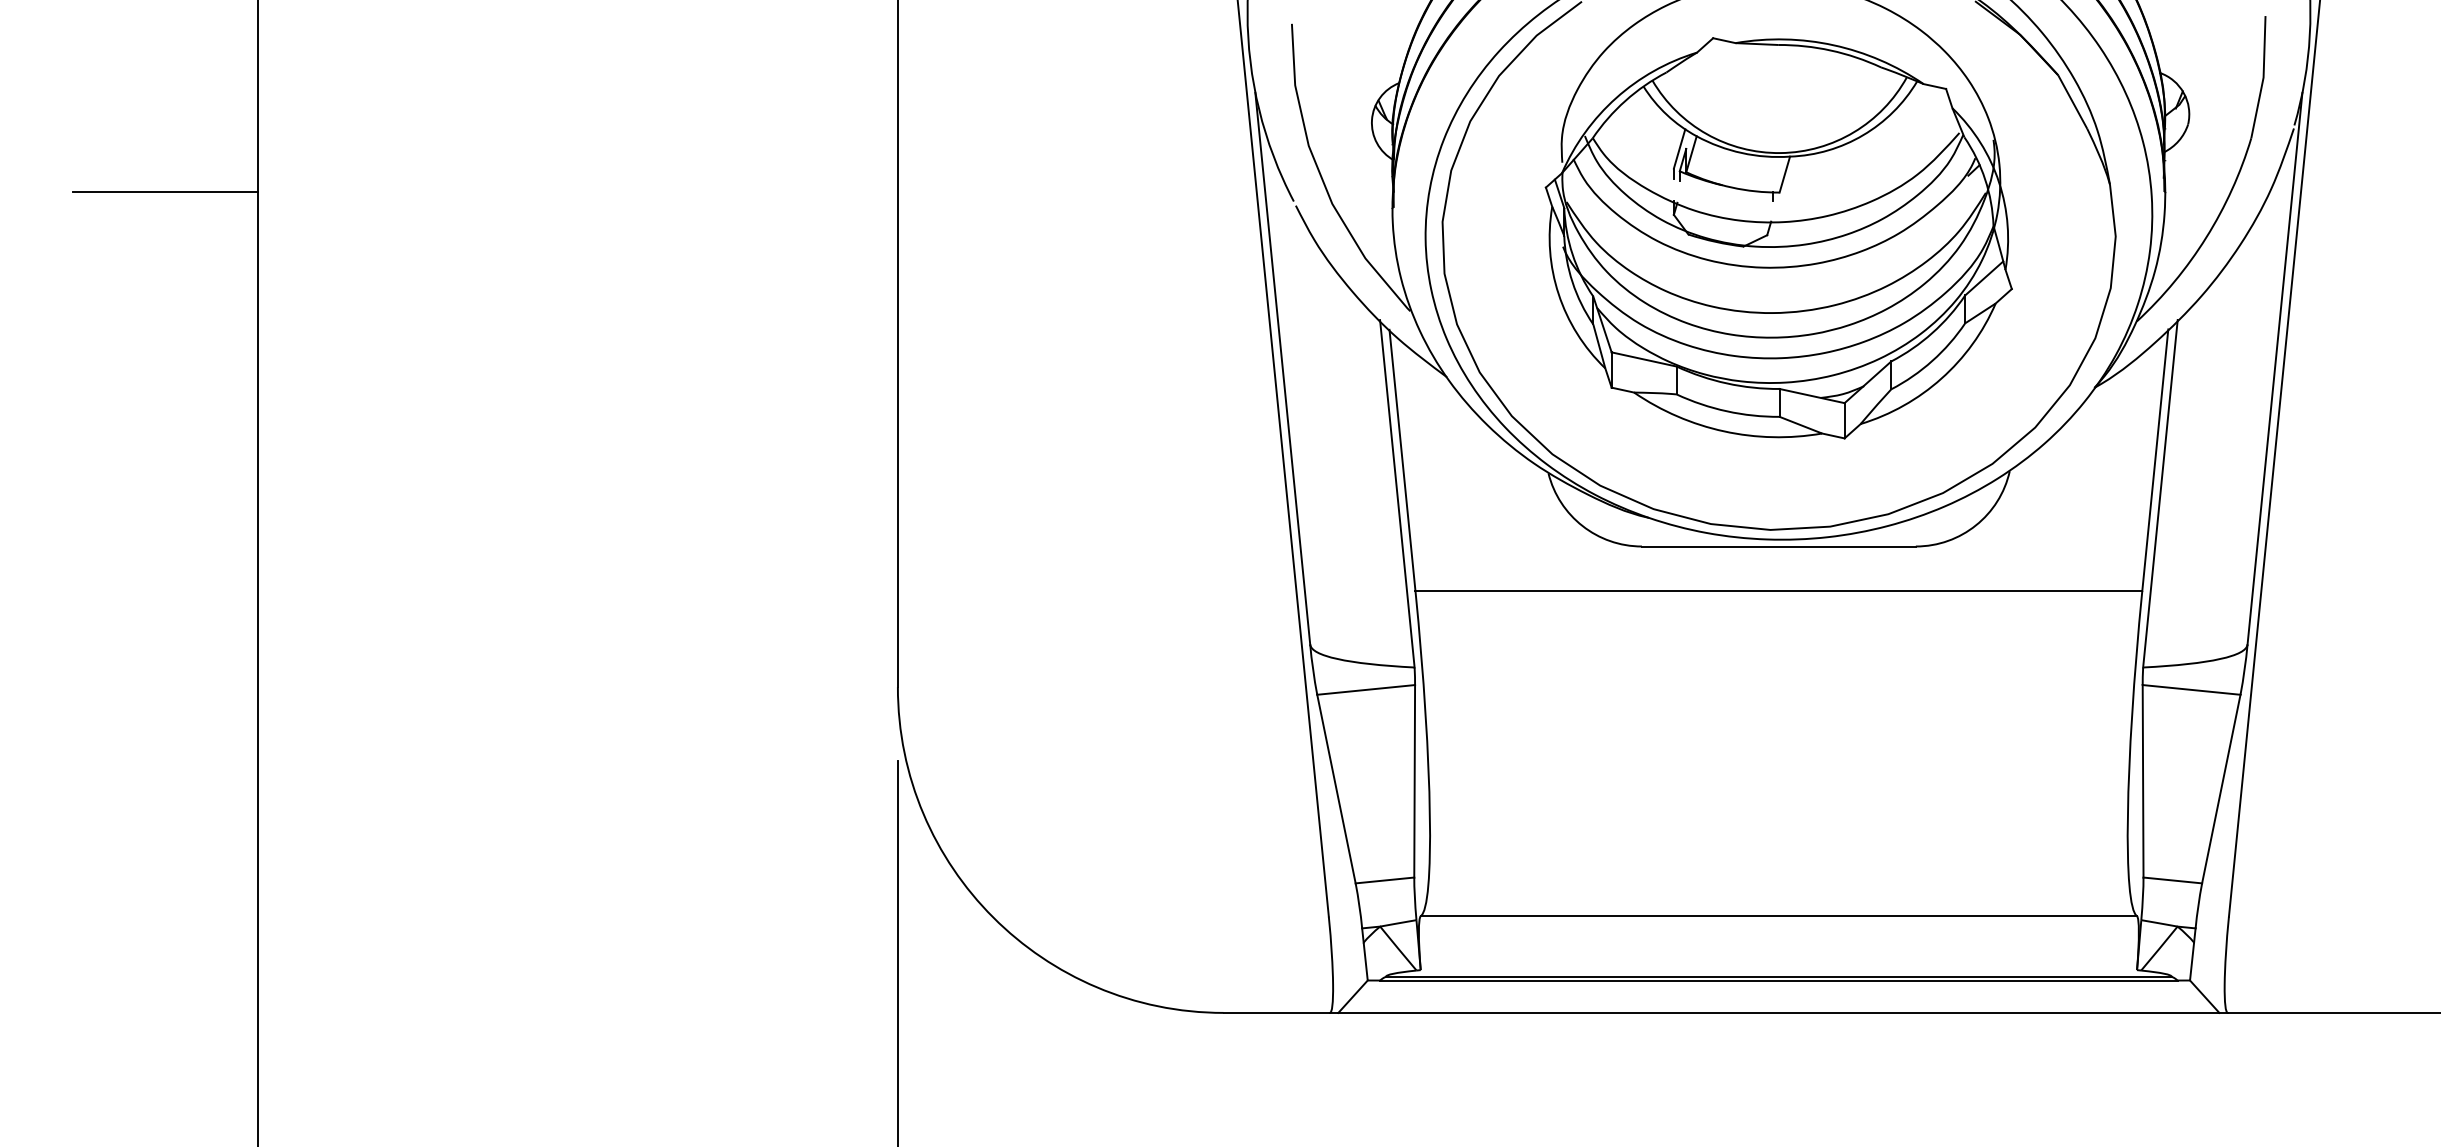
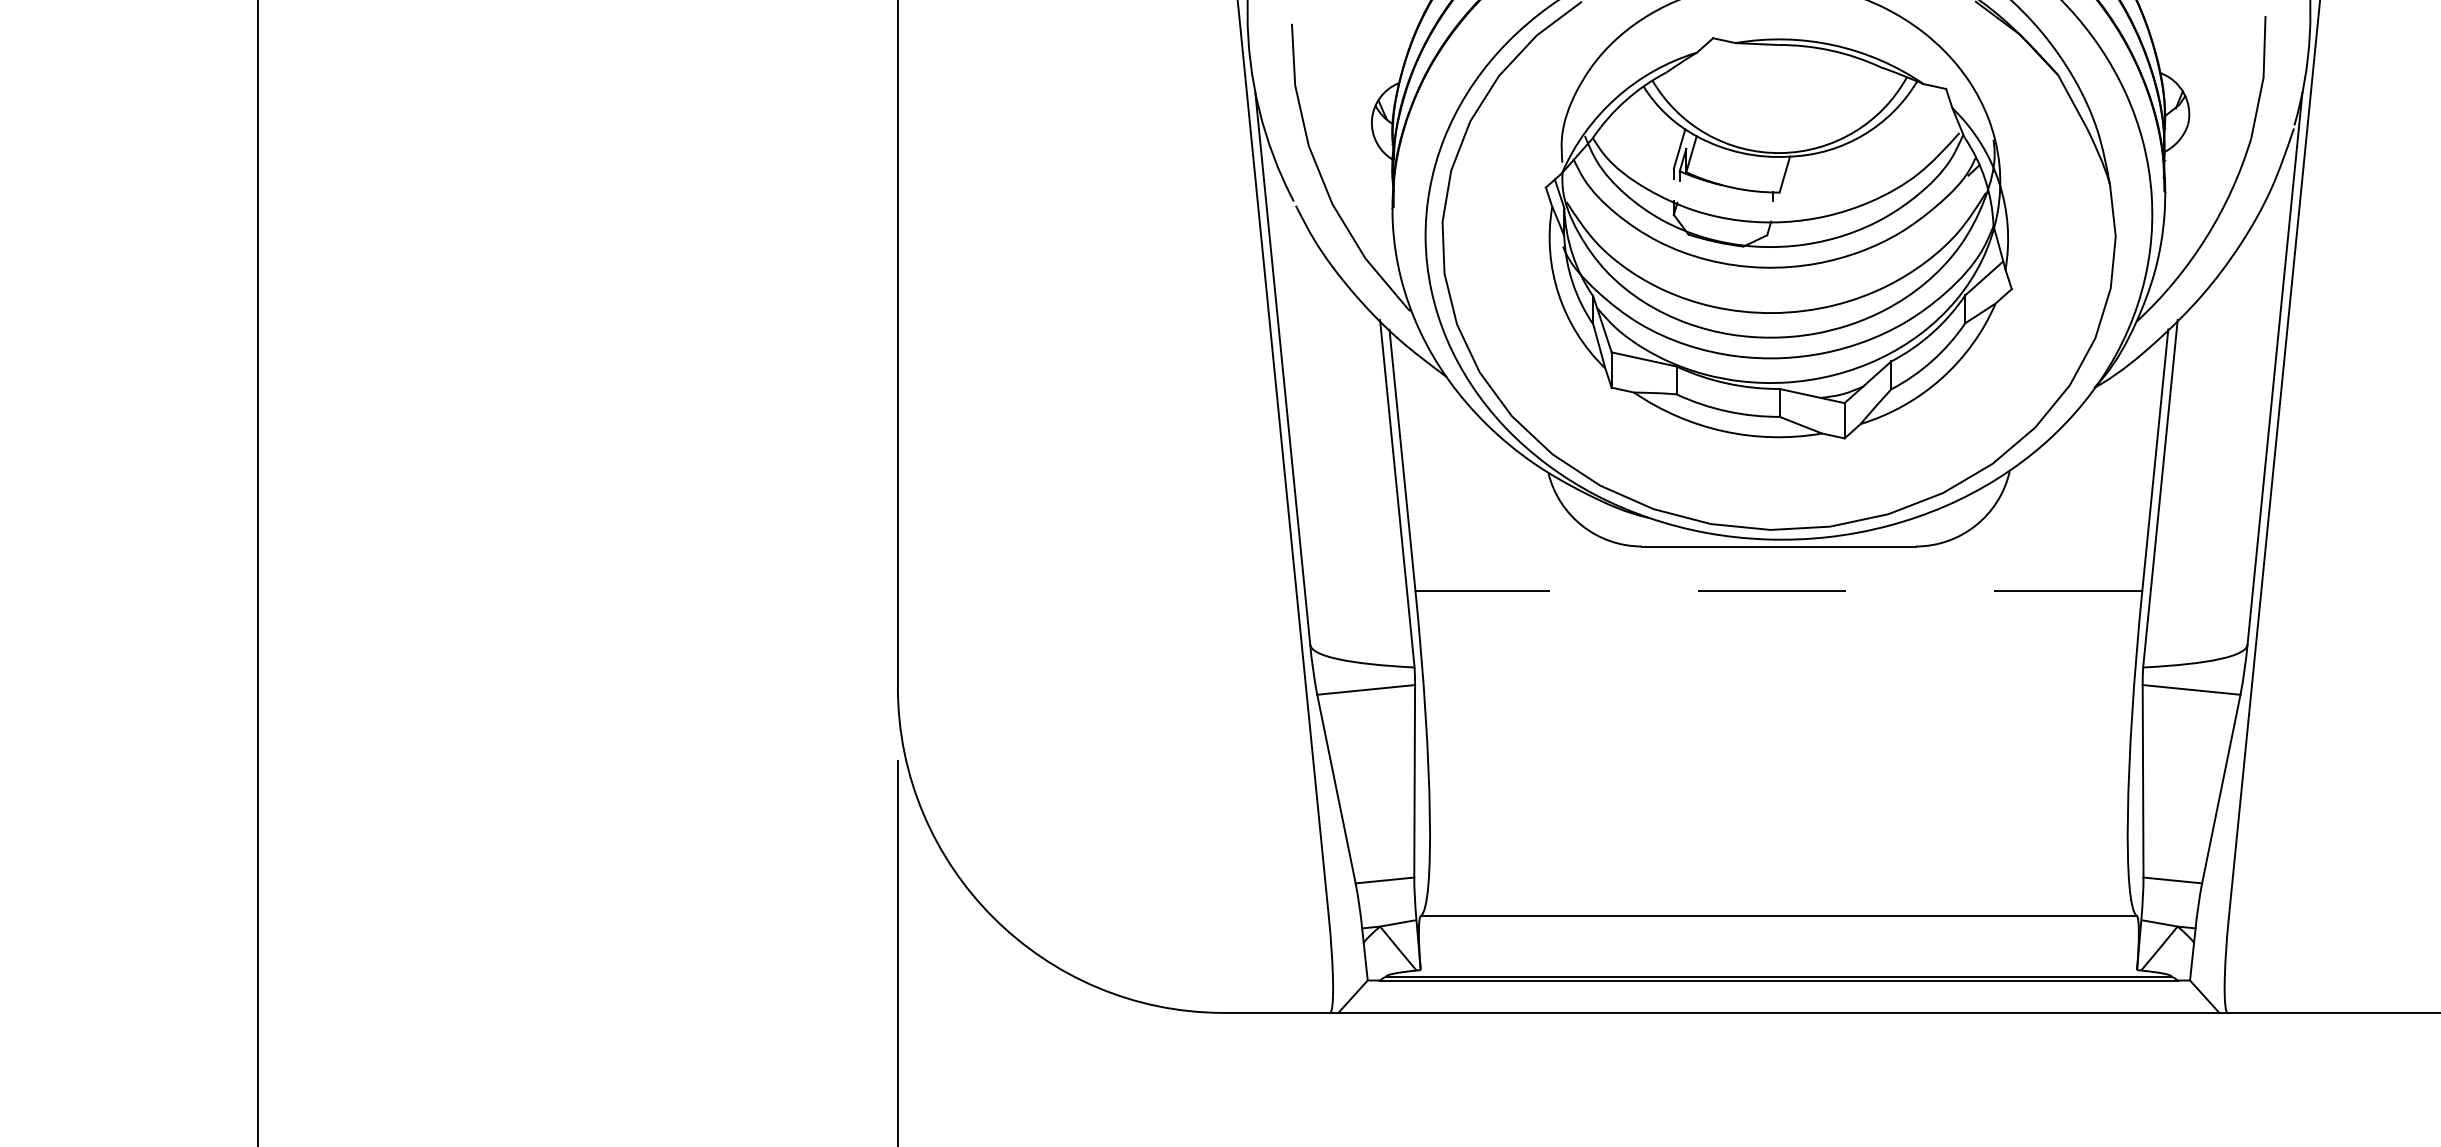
line at (165, 191): present -> none
line at (1778, 590): solid -> dashed
